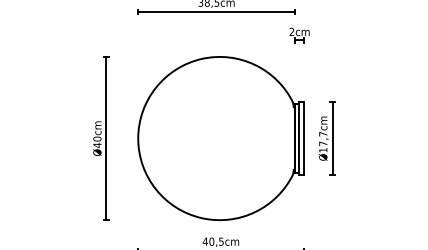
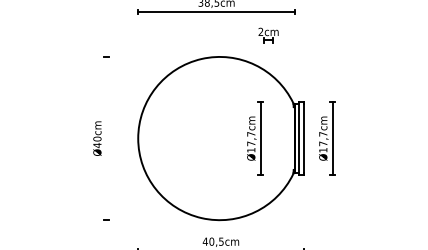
part at (299, 35) position: (299, 35) -> (268, 35)
line at (106, 138): present -> none
part at (255, 138): none -> present
